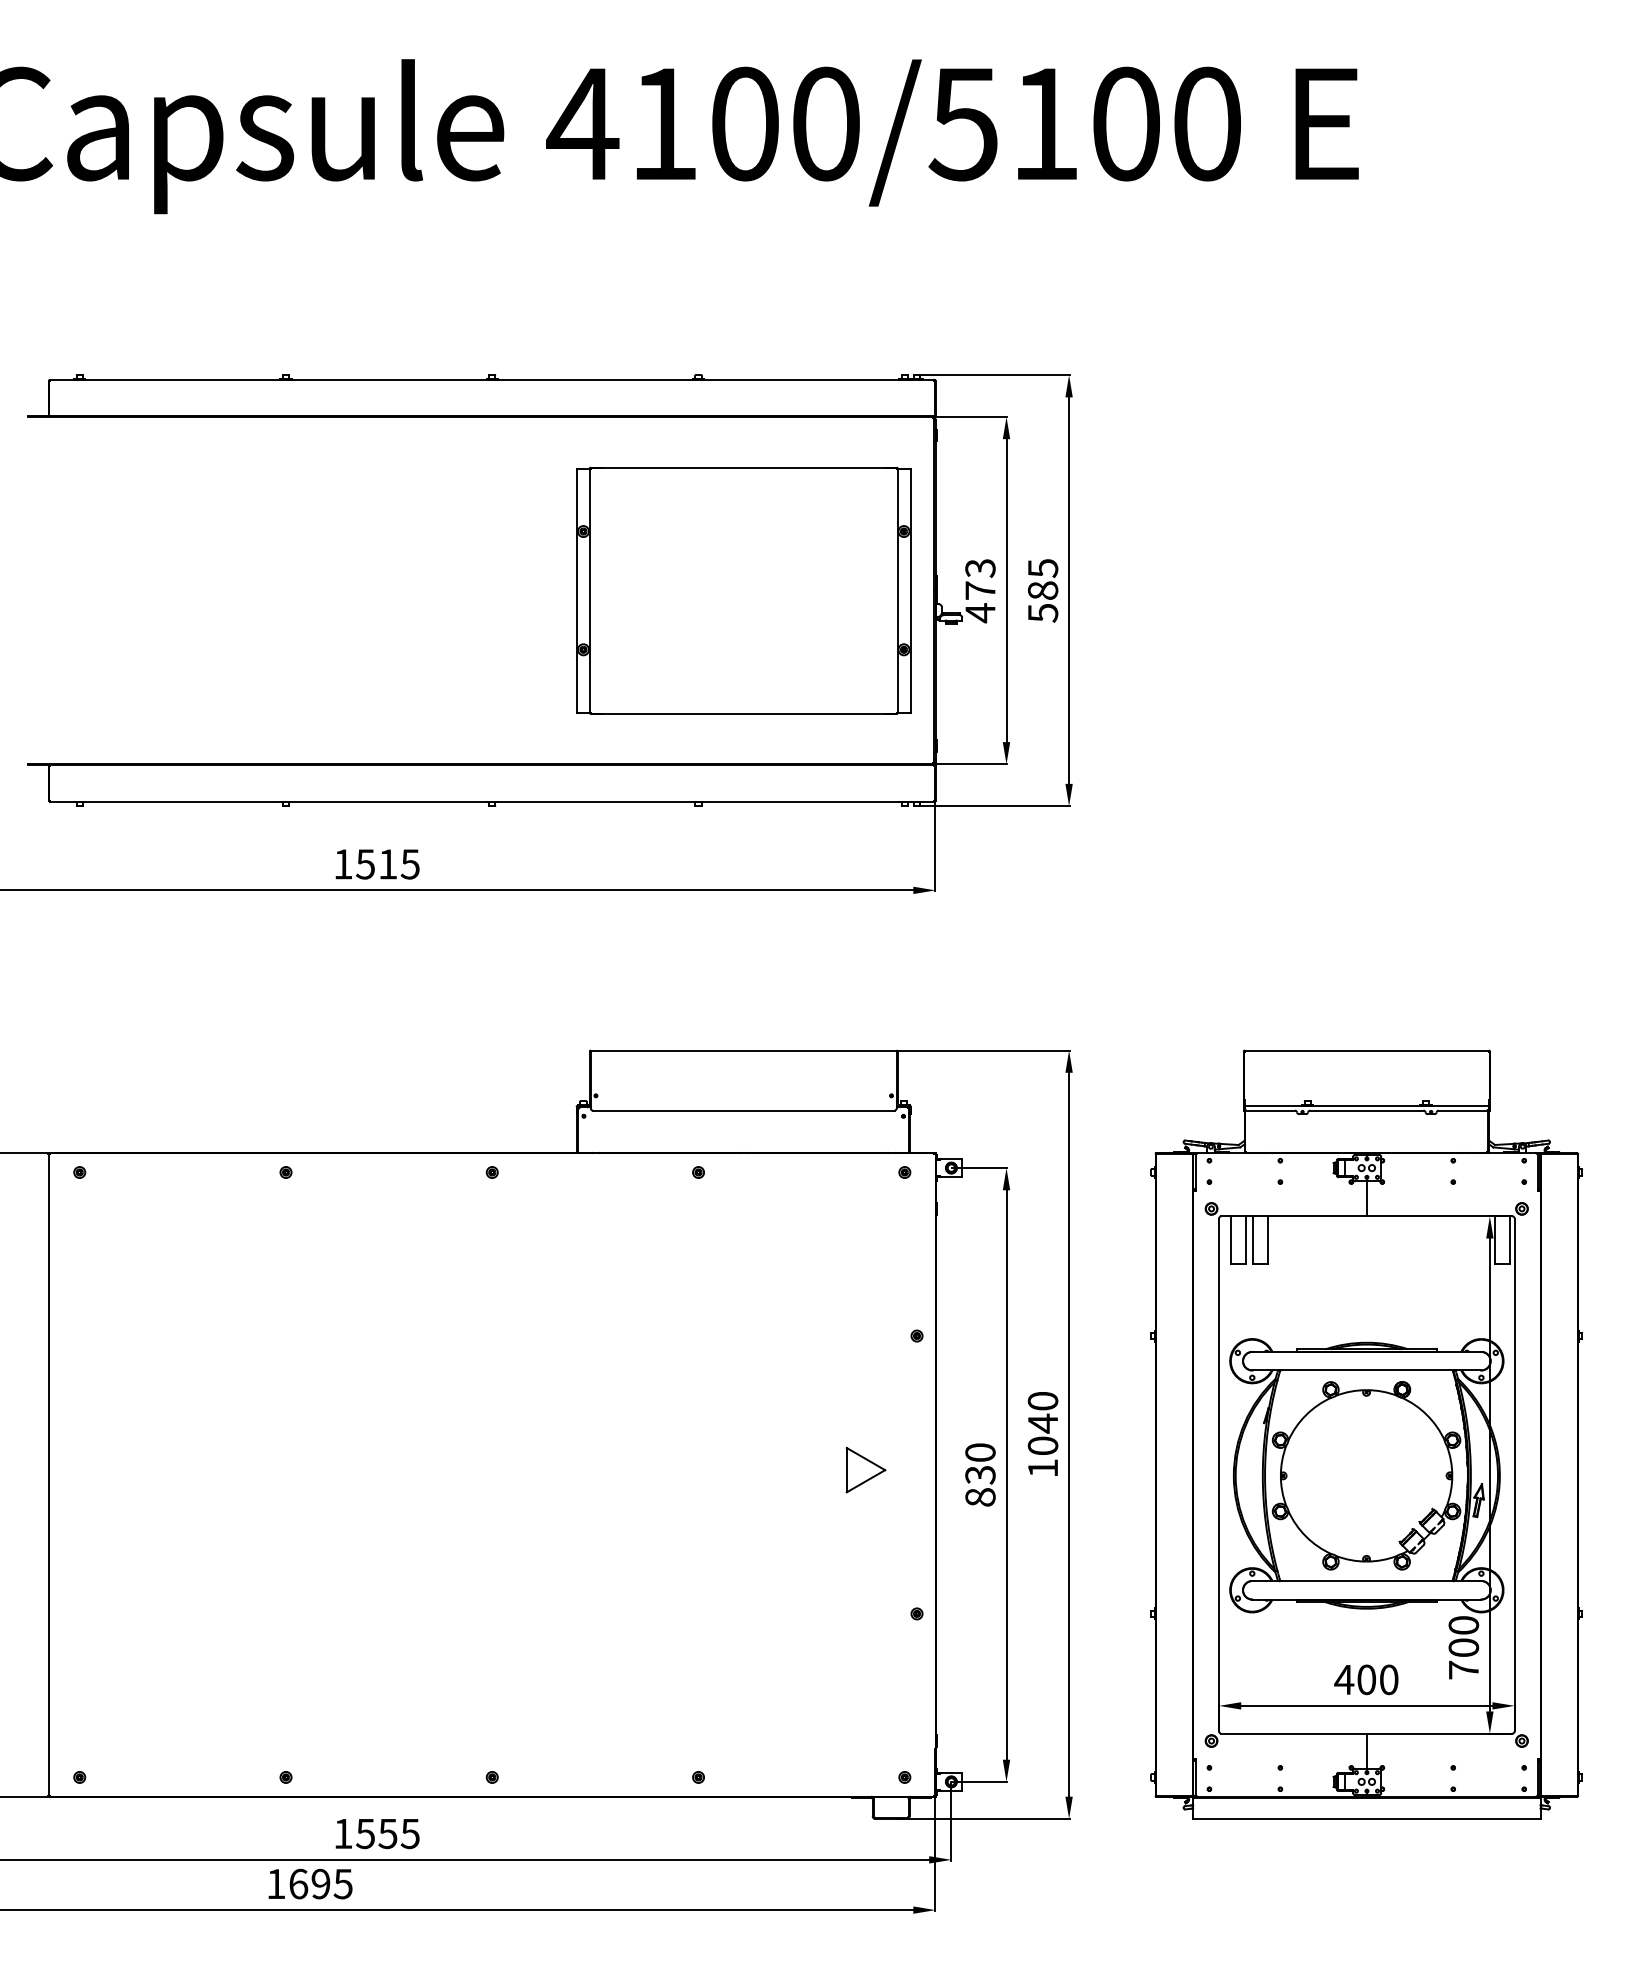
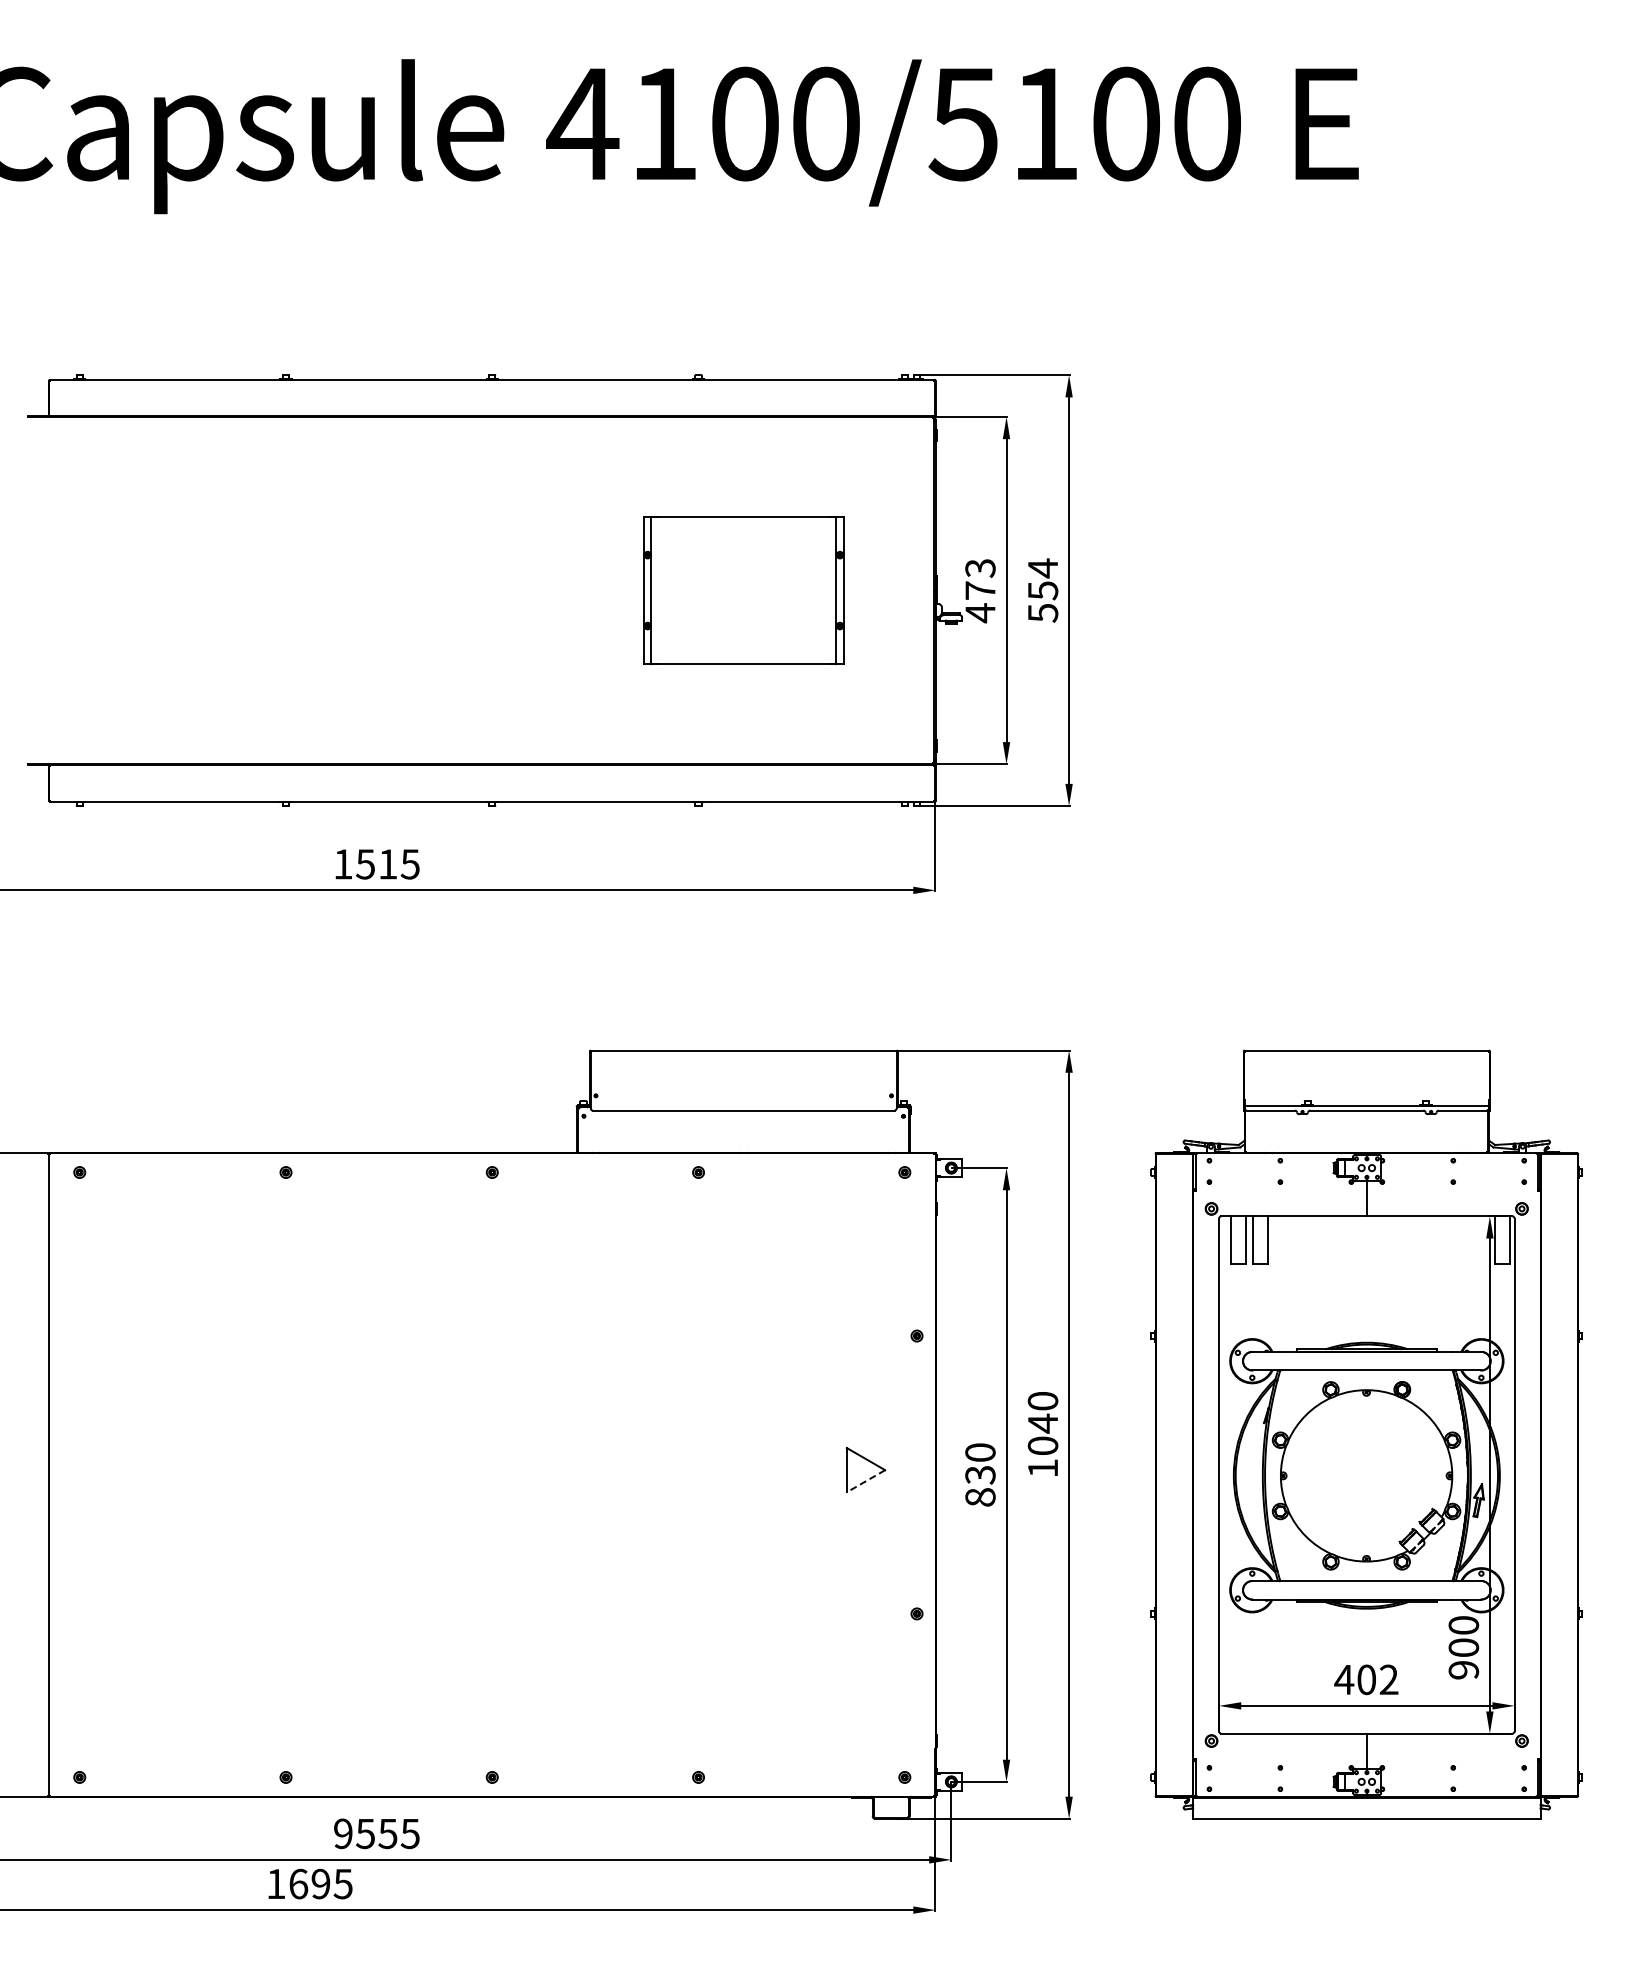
text at (1042, 579): 585 -> 554
part at (743, 590) size: 336x249 px -> 202x150 px
line at (865, 1481): solid -> dashed
text at (1463, 1669): 700 -> 900
text at (1388, 1679): 400 -> 402
text at (343, 1833): 1555 -> 9555
